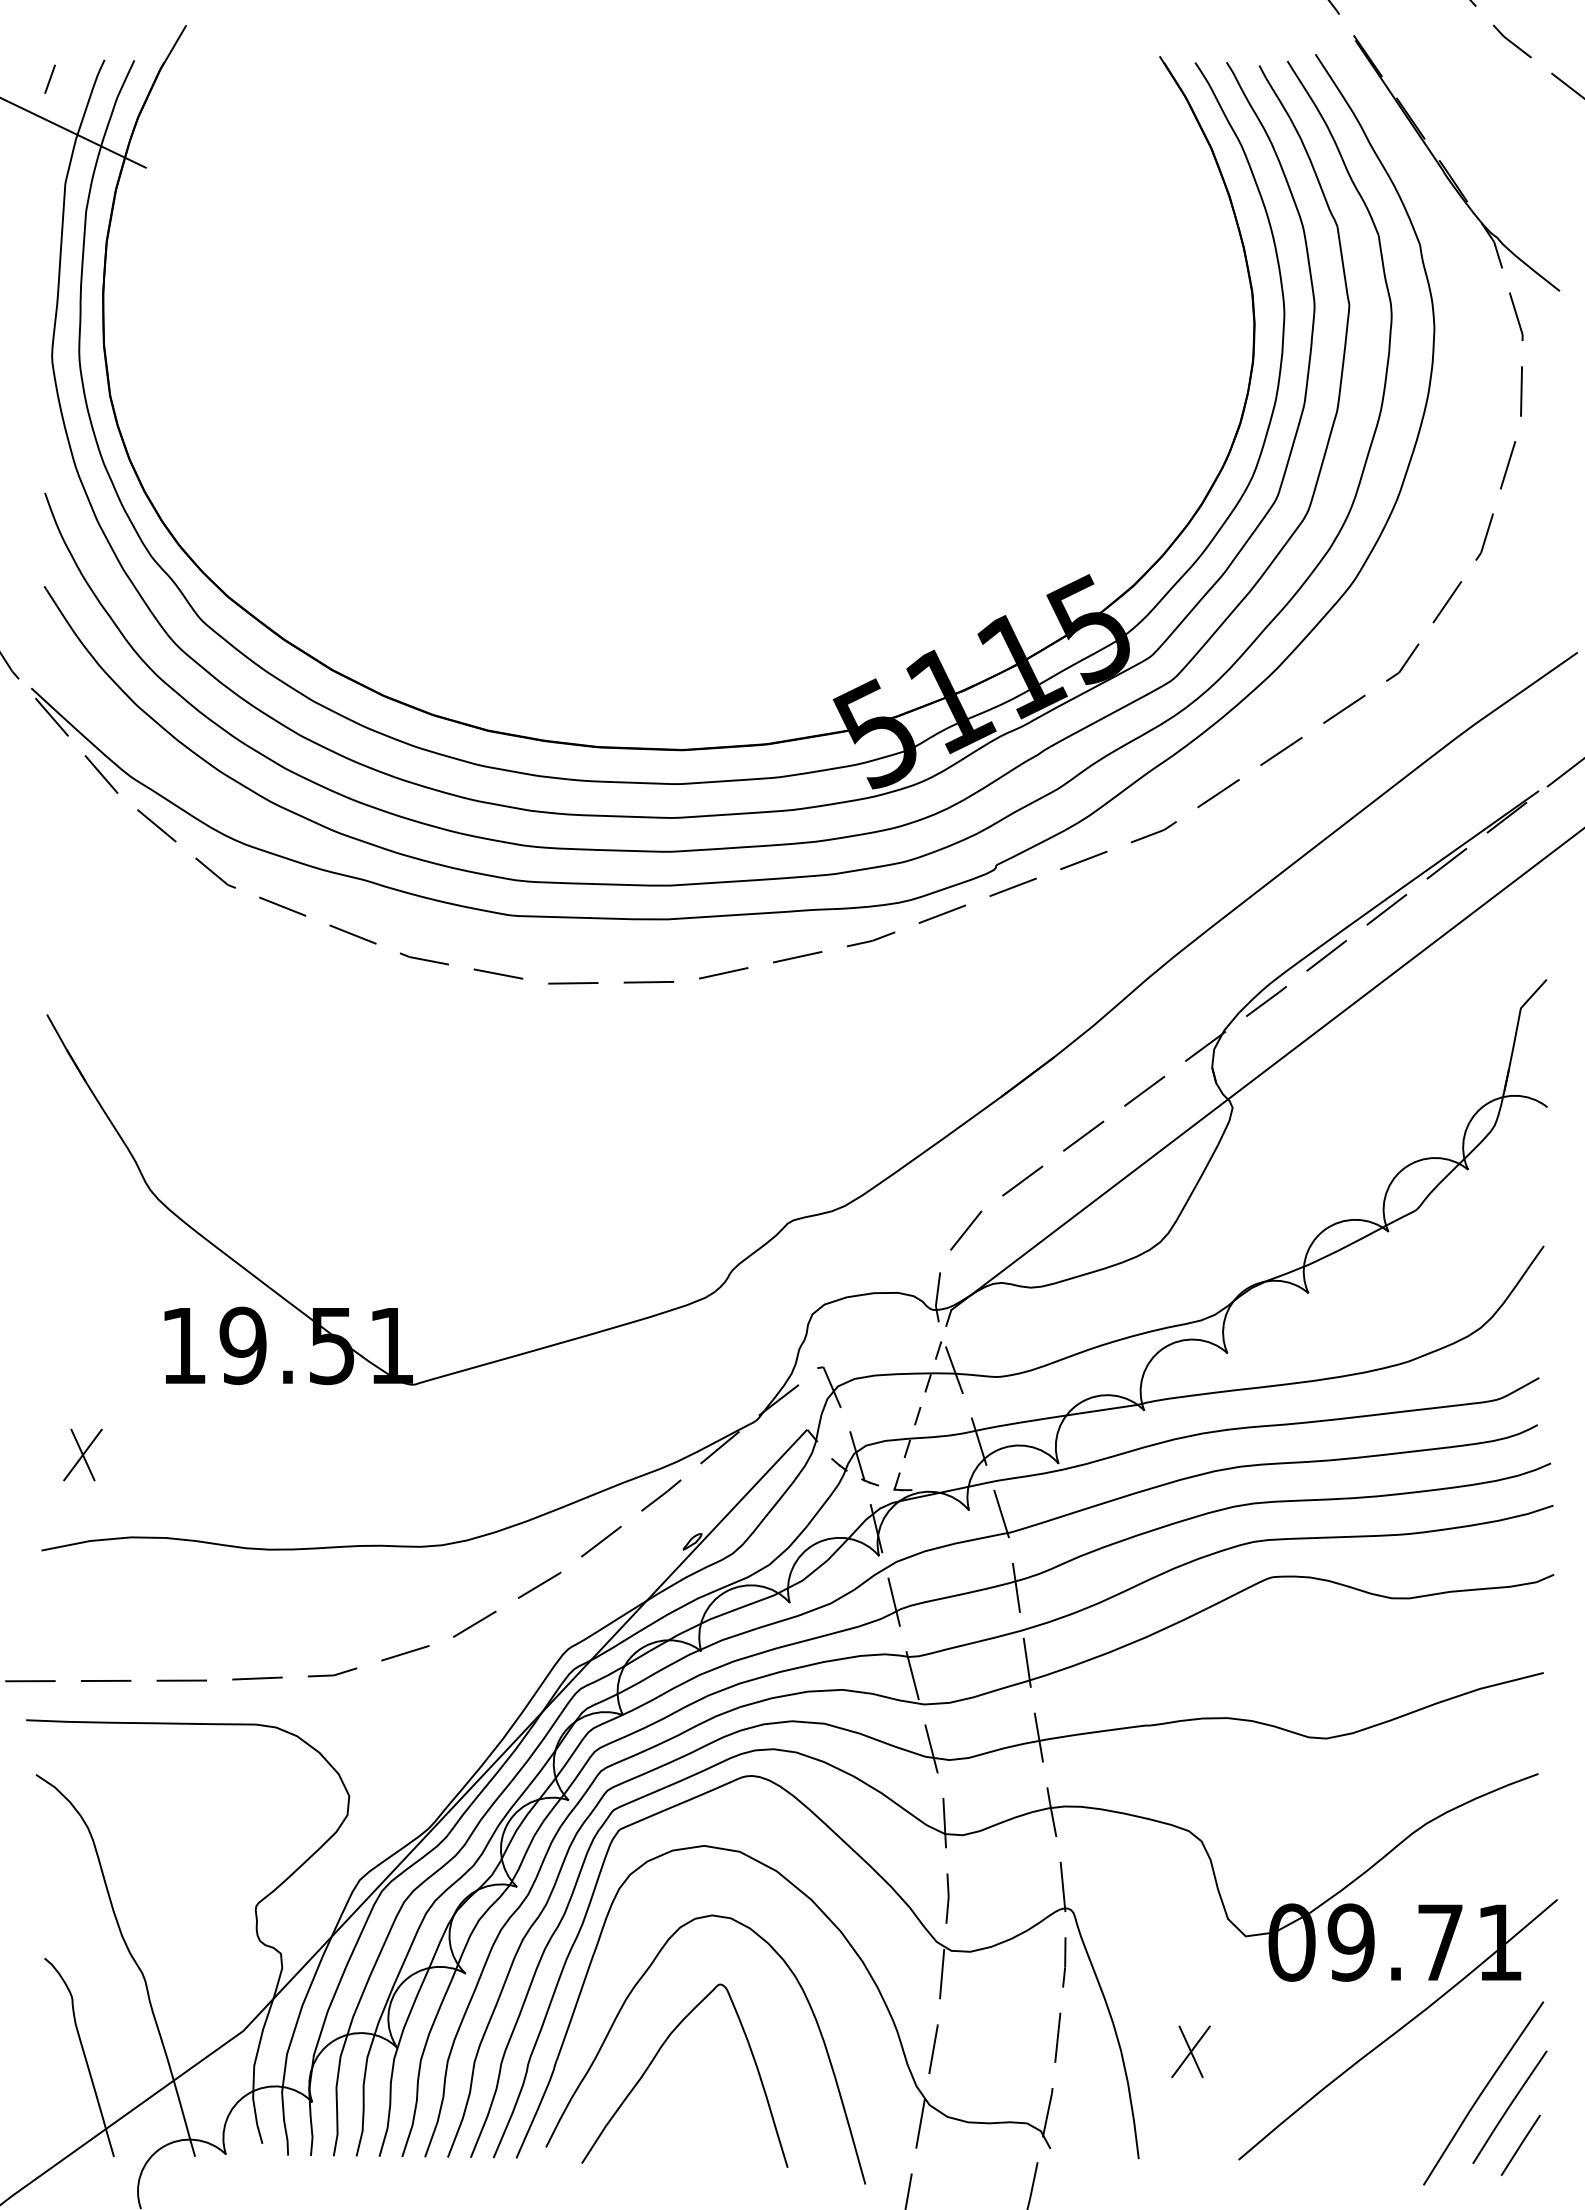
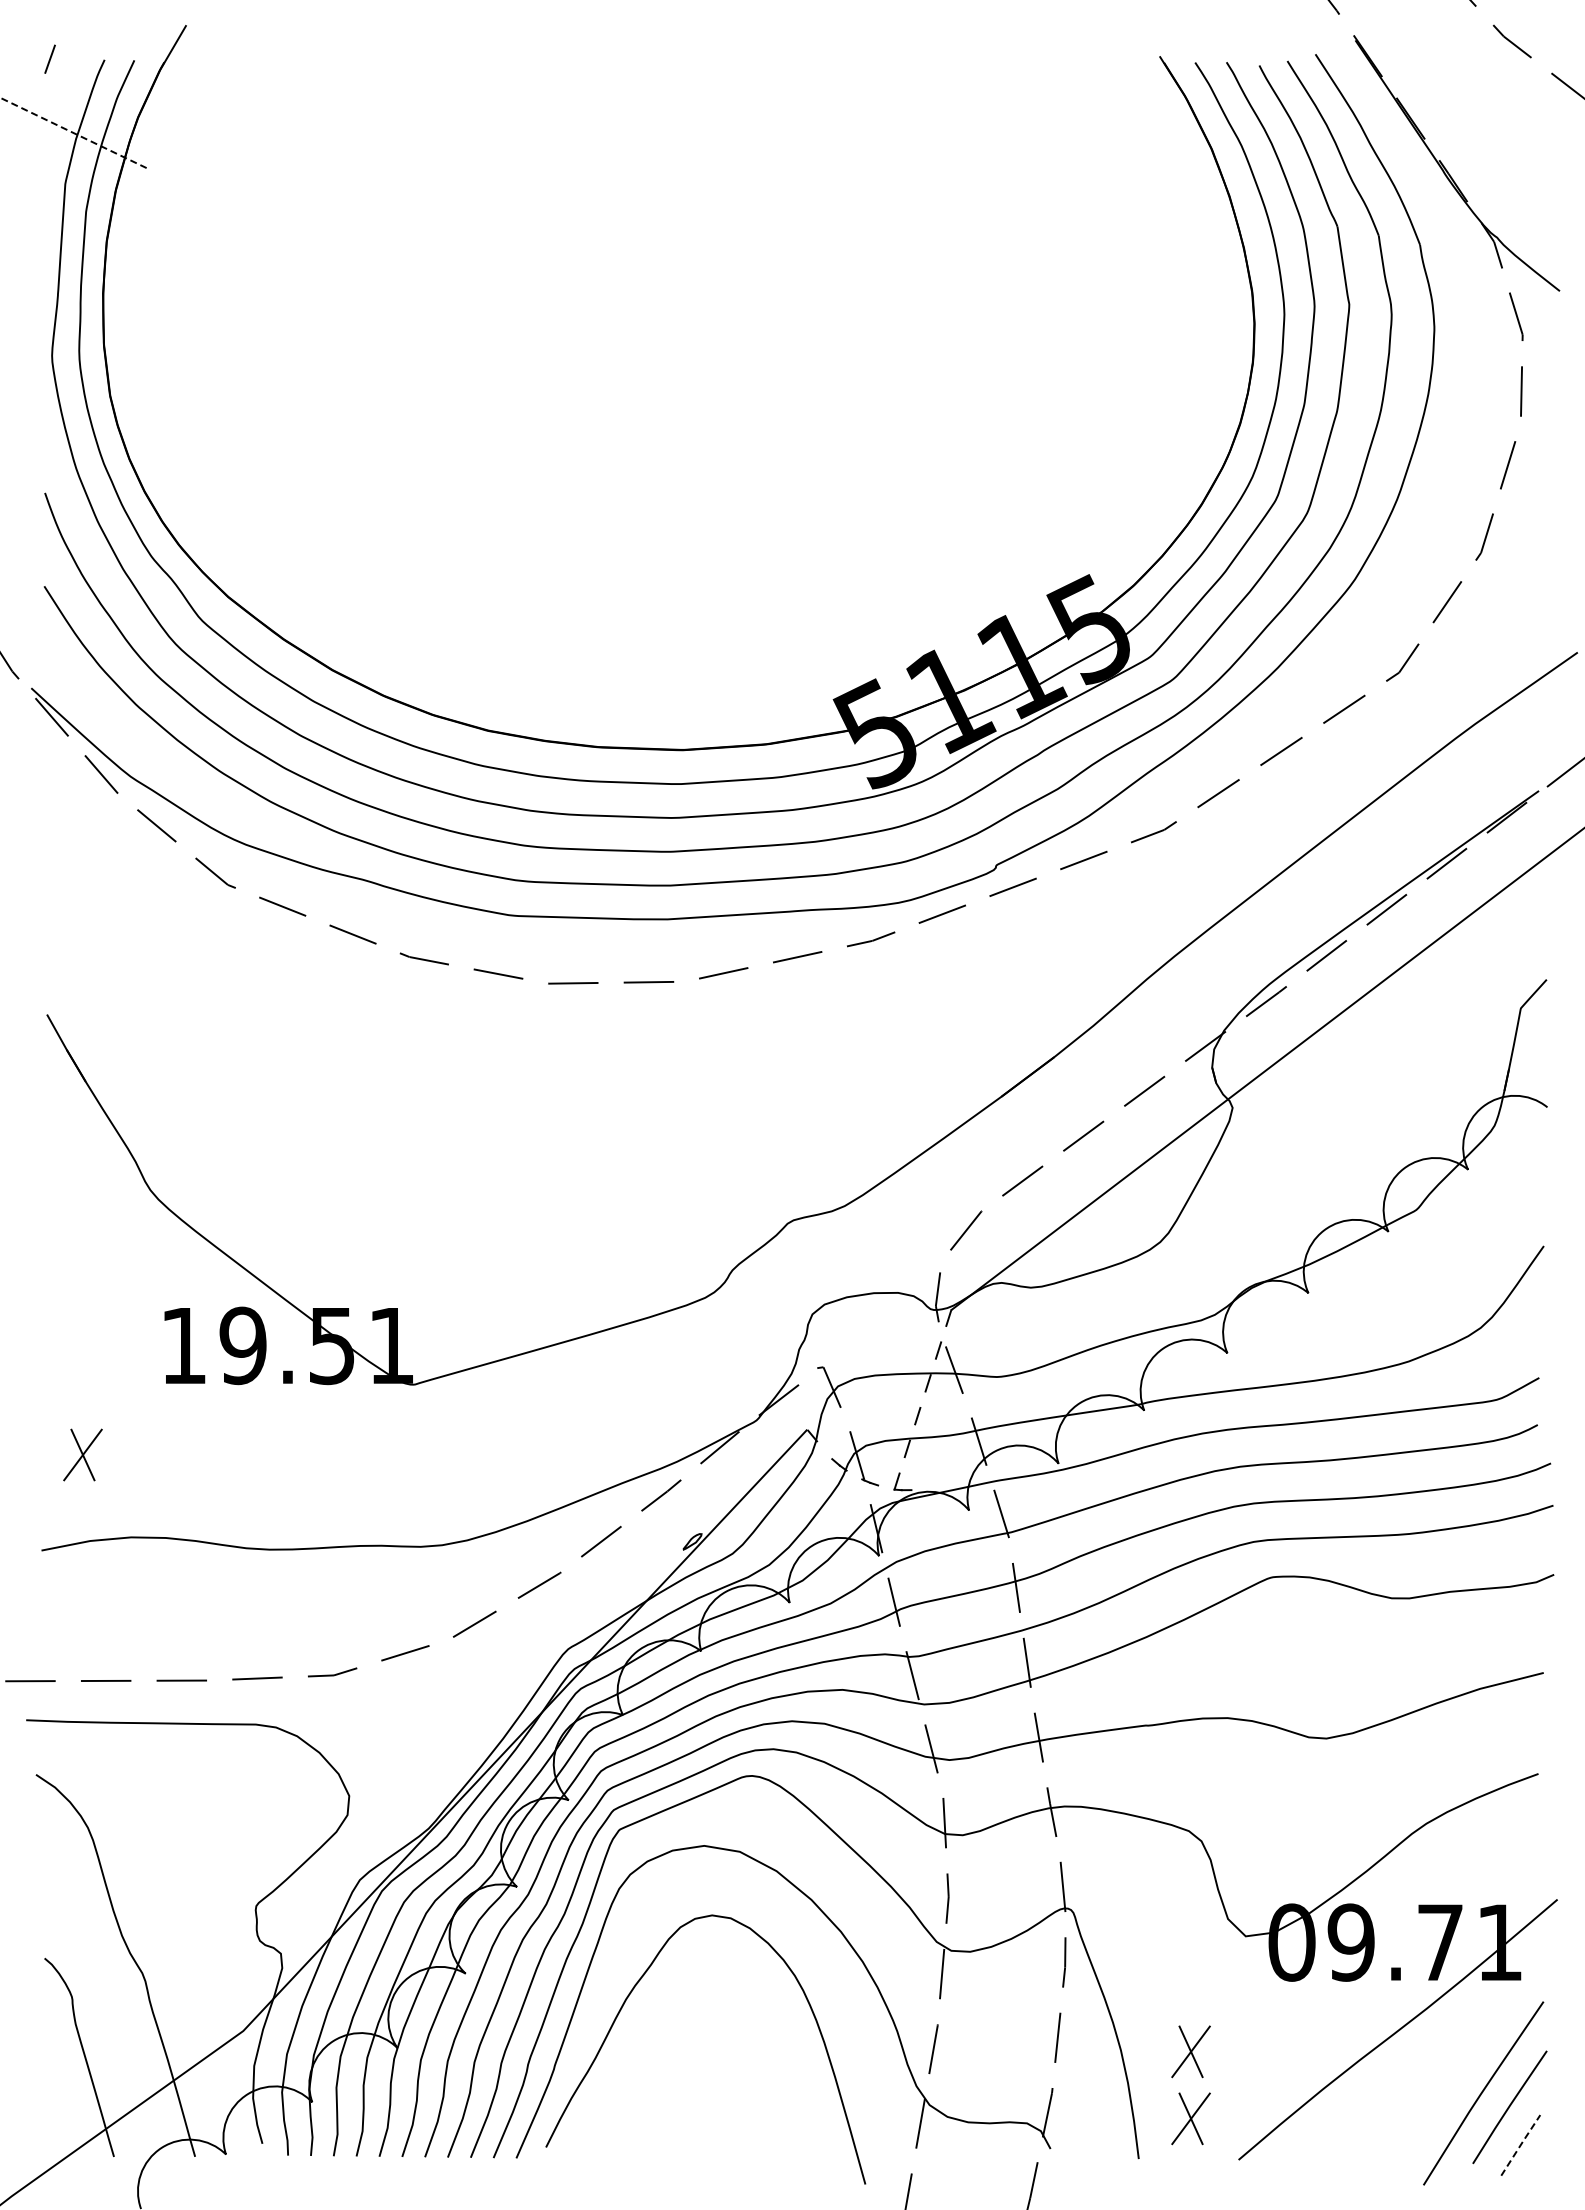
line at (49, 78) position: (49, 78) -> (49, 58)
line at (72, 132): solid -> dashed
curve at (656, 2056): present -> none
part at (1190, 2118): none -> present
line at (1520, 2145): solid -> dashed
